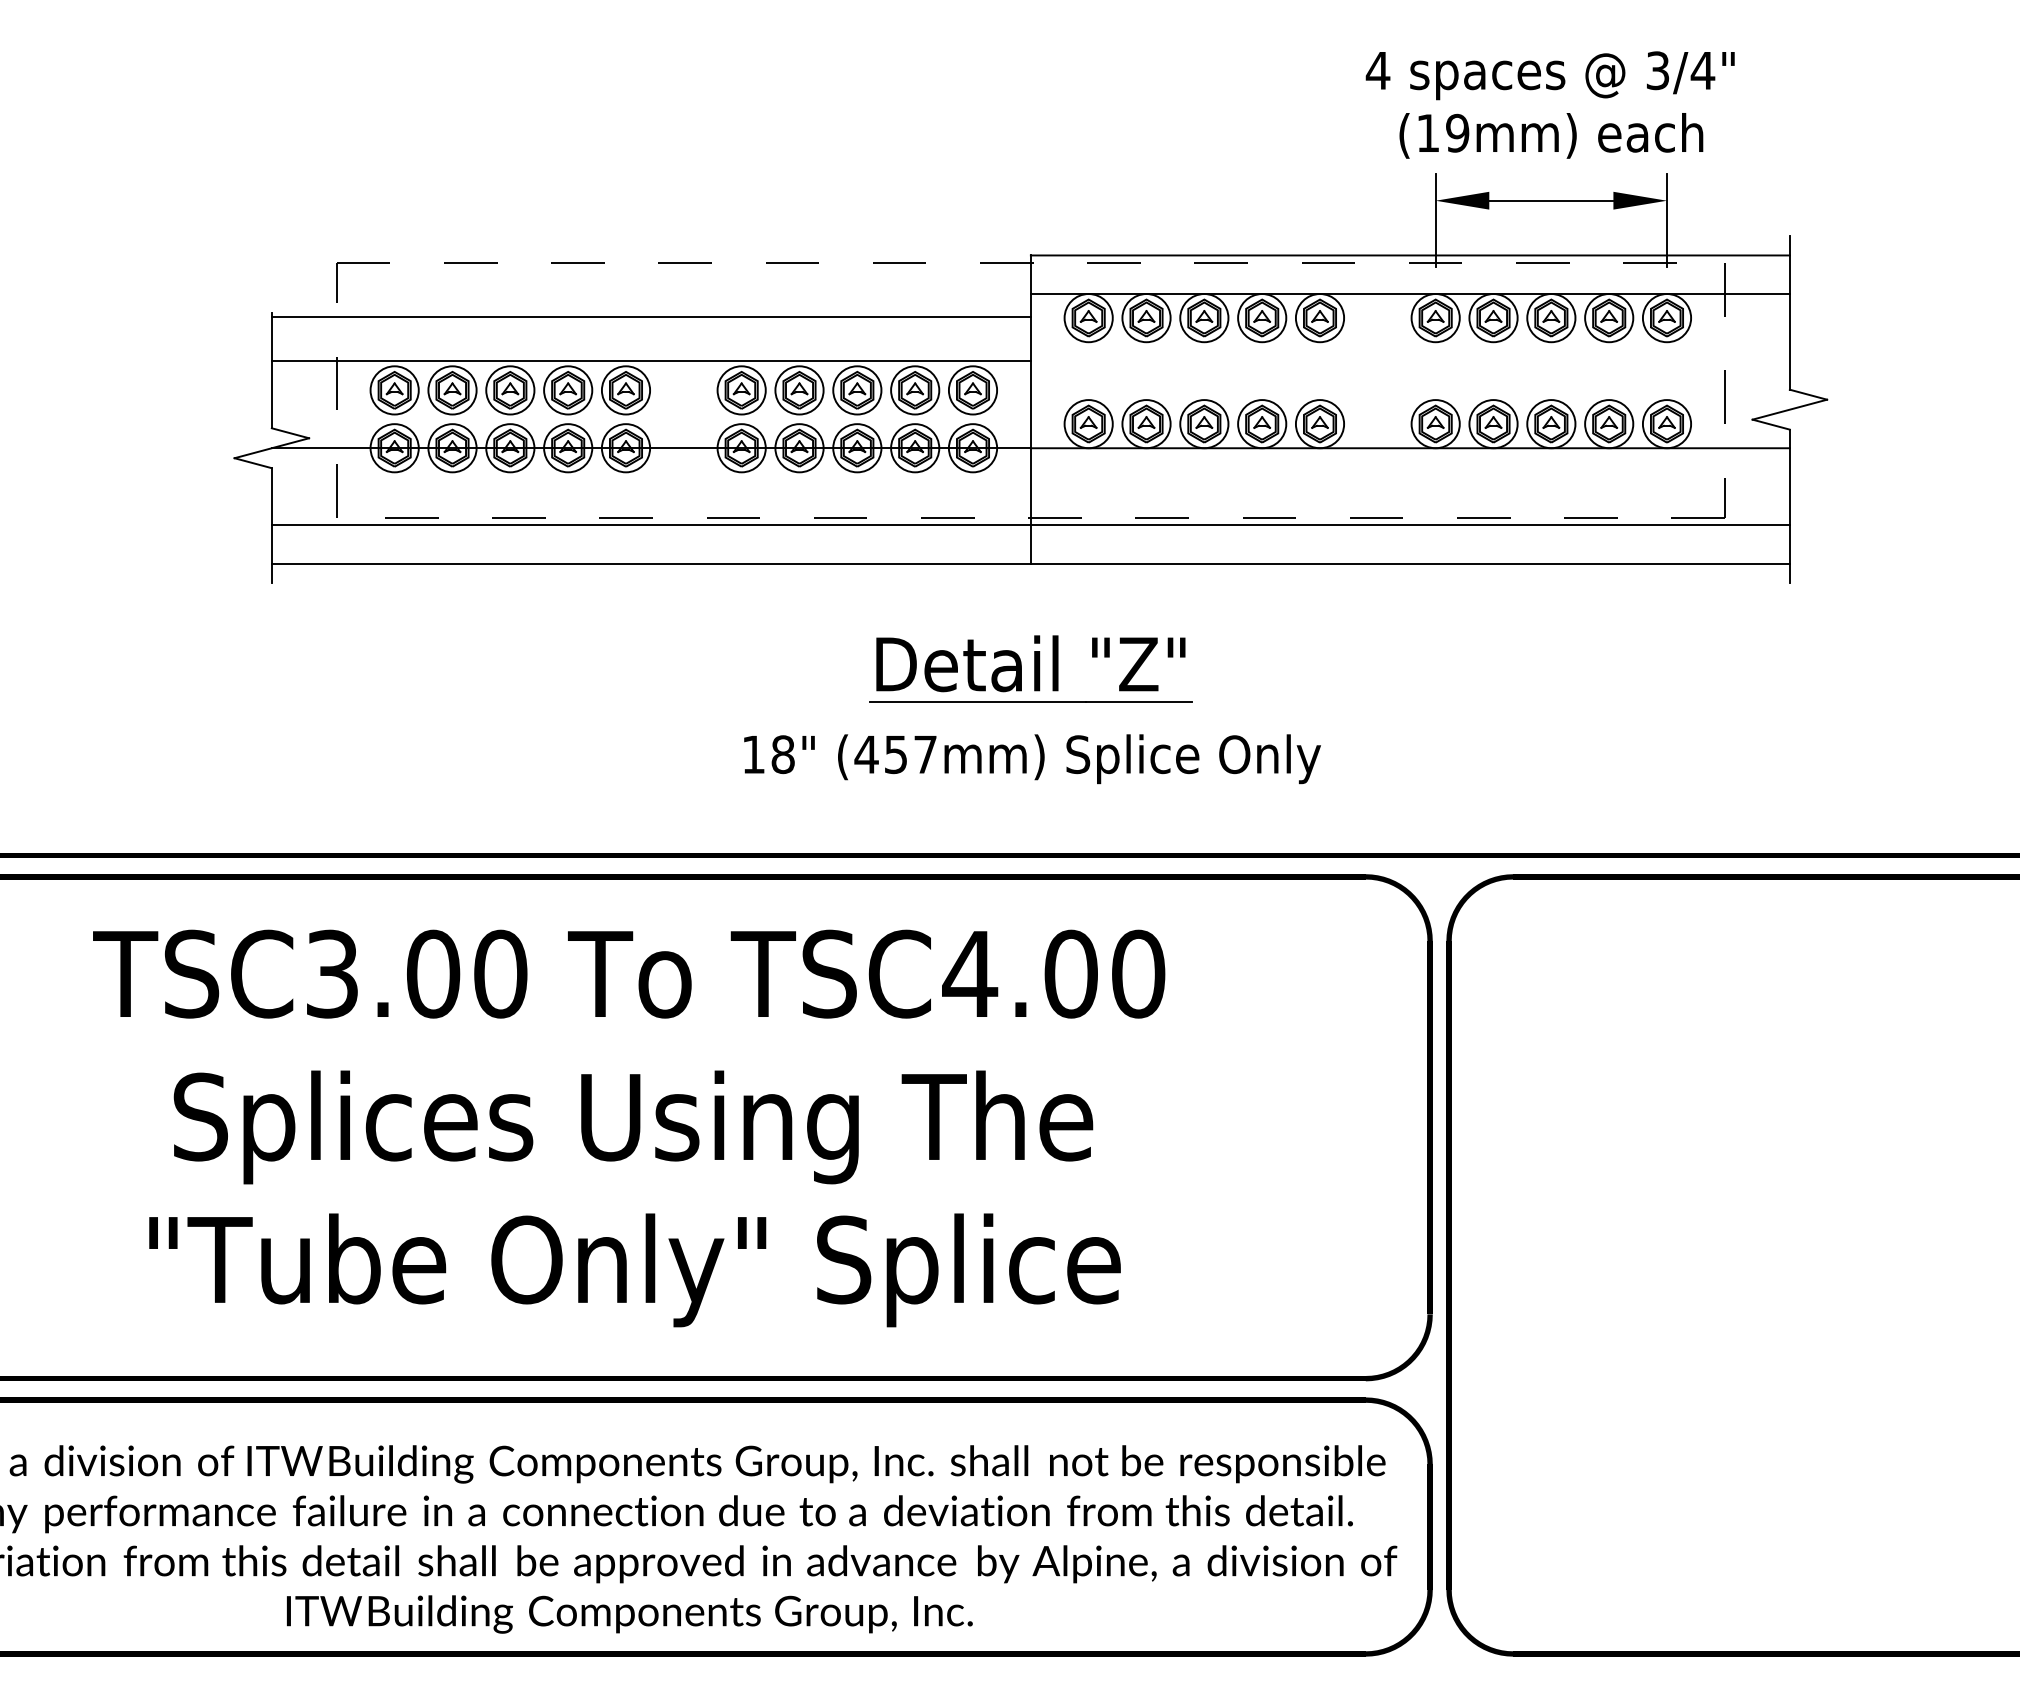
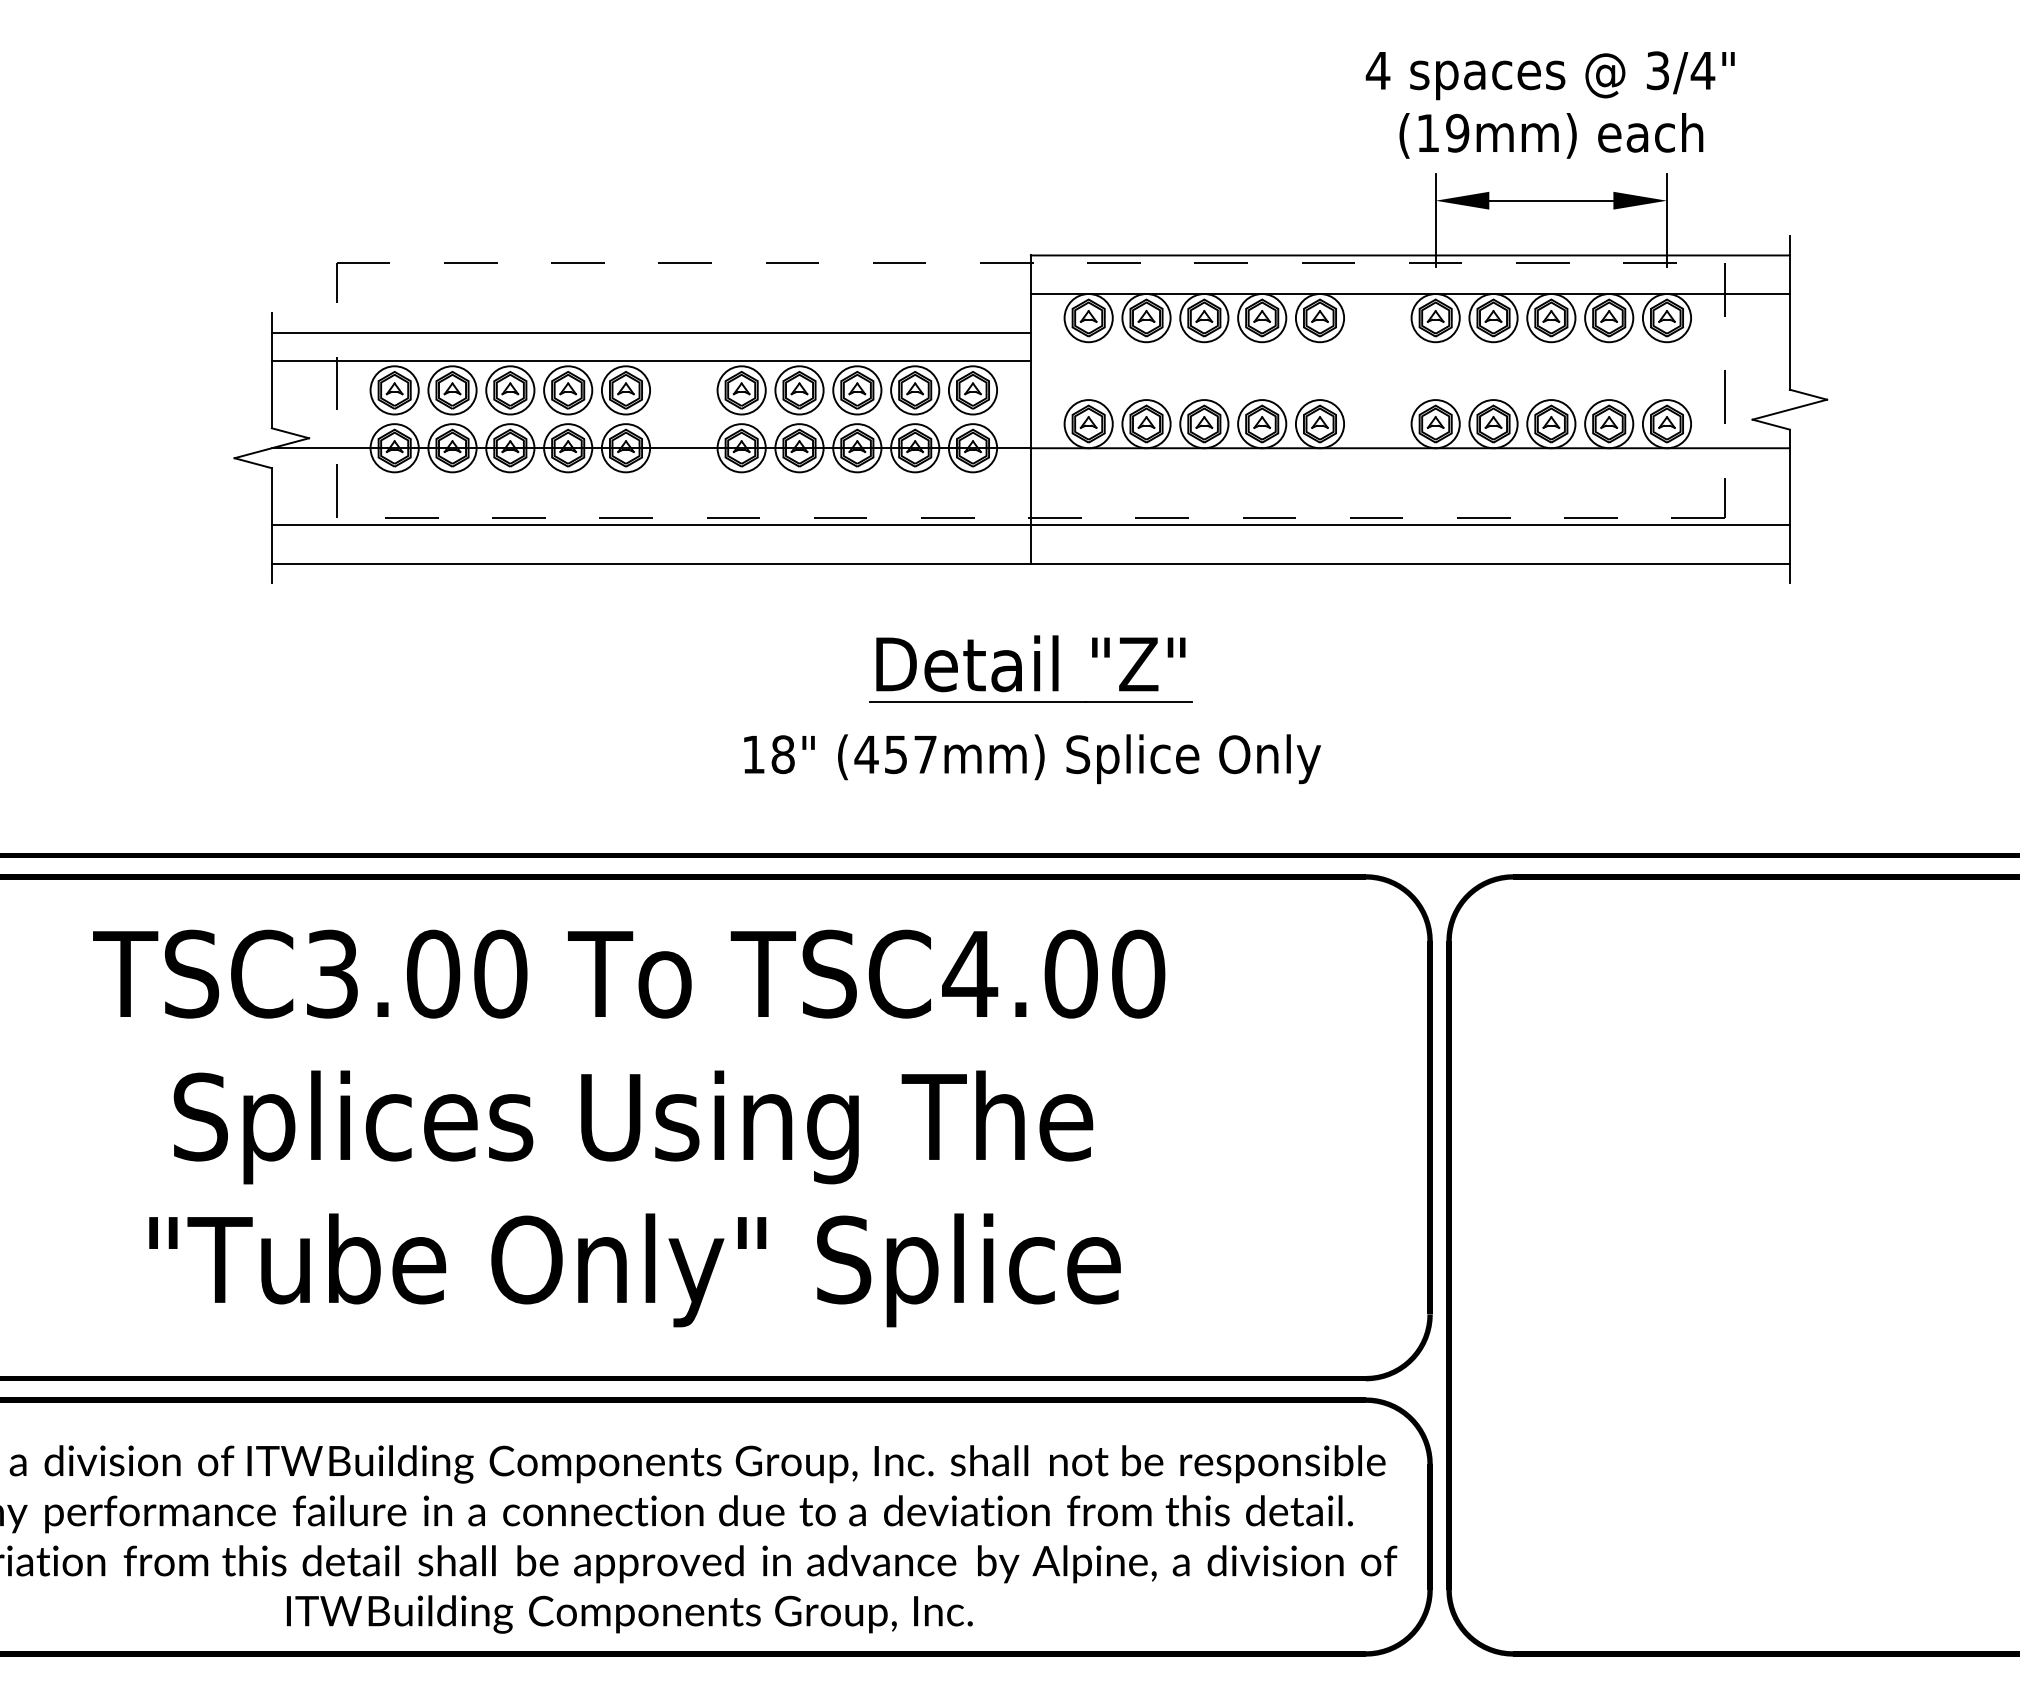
line at (650, 316) position: (650, 316) -> (650, 332)
